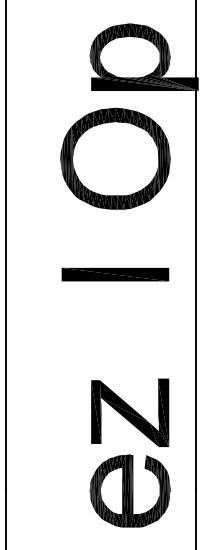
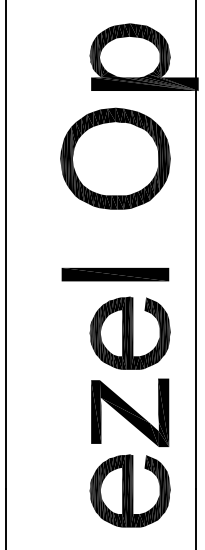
part at (129, 332): none -> present
